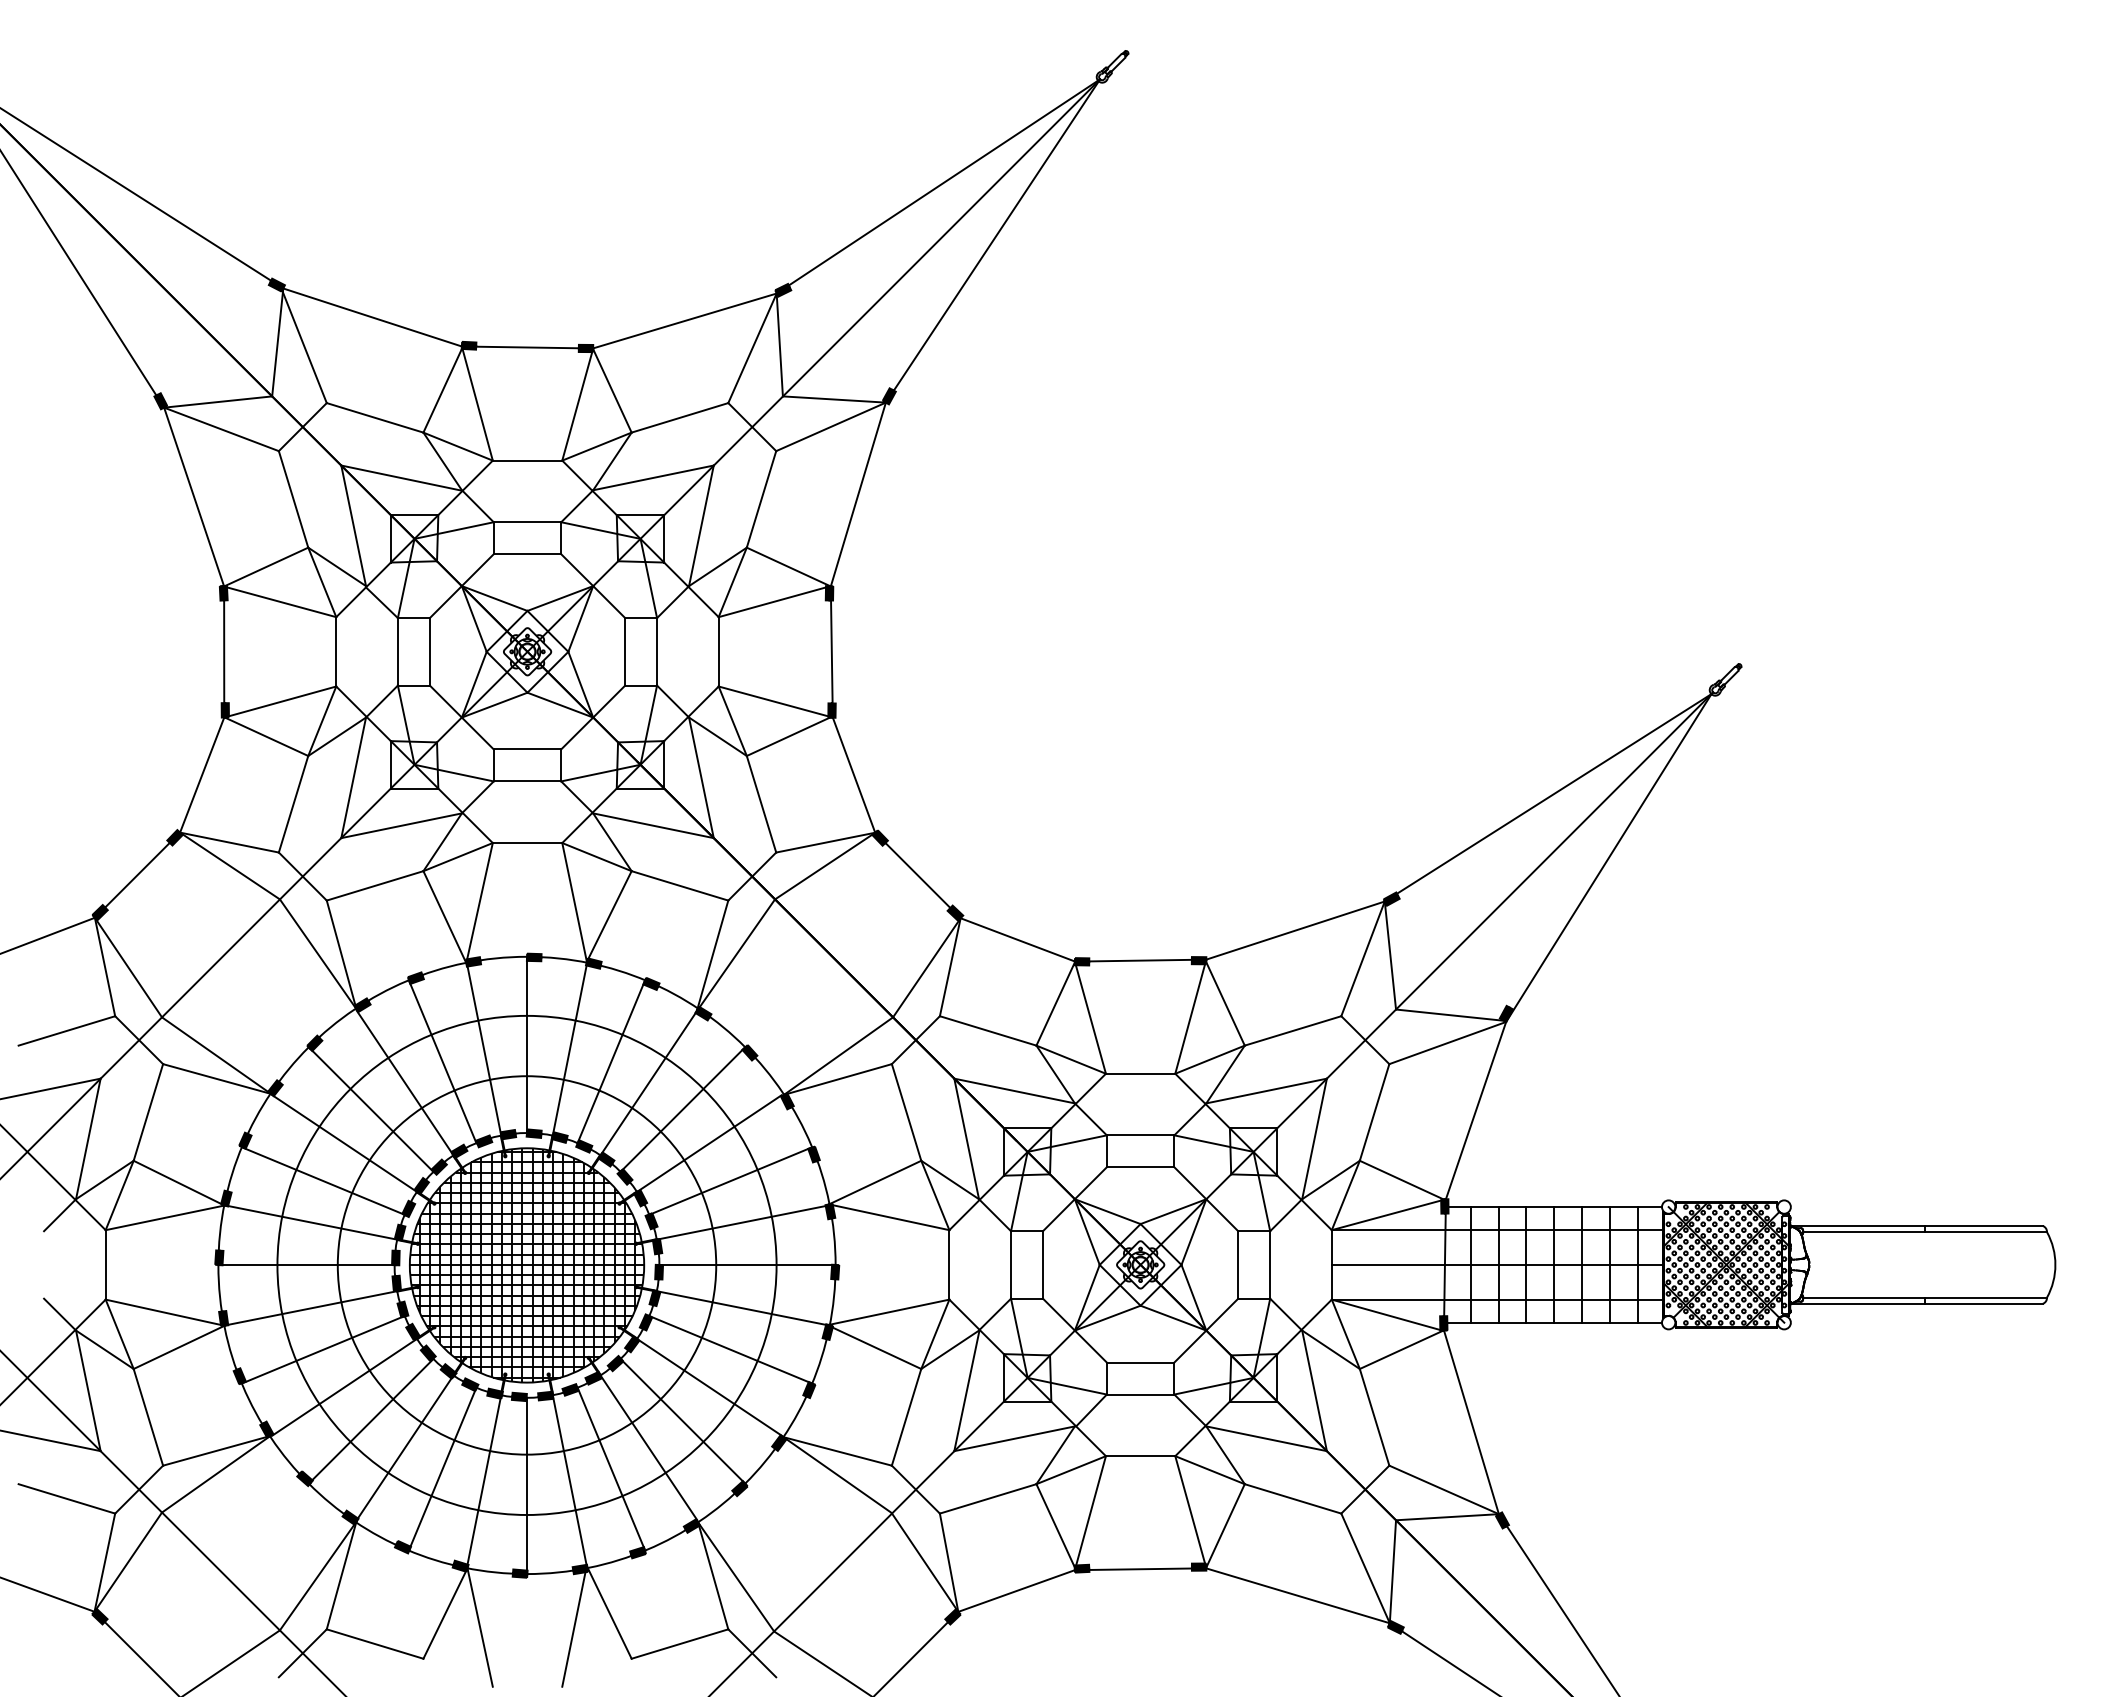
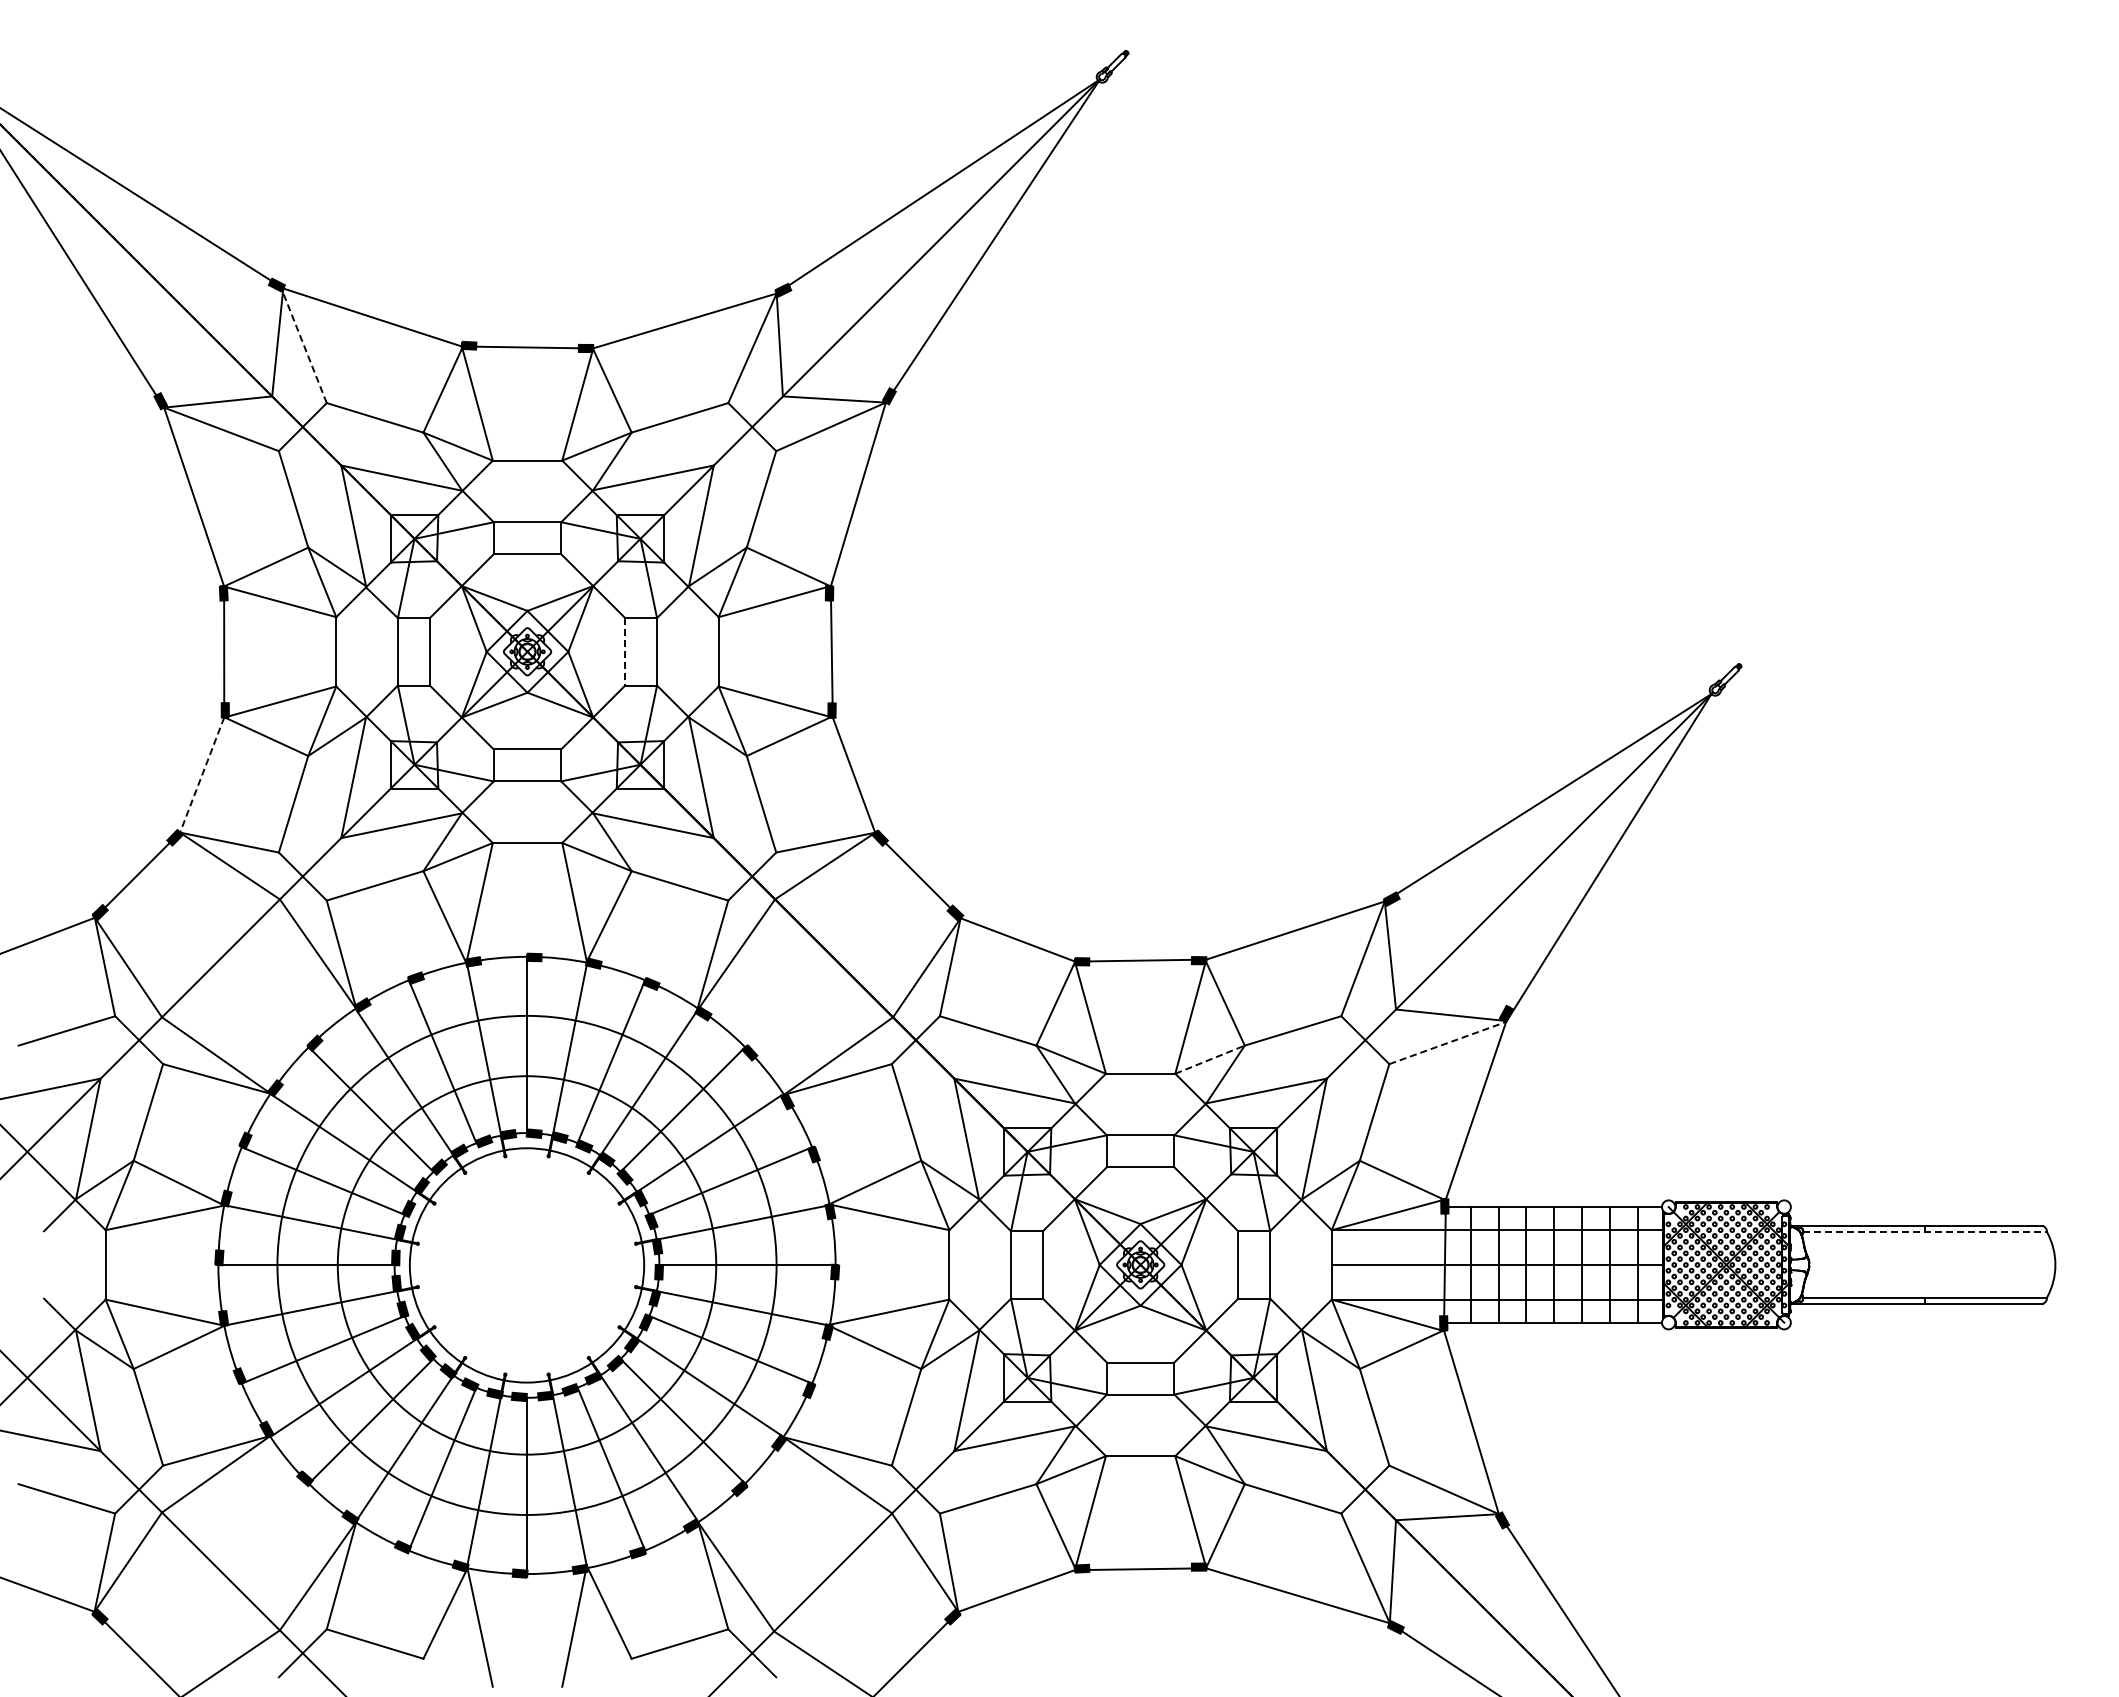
line at (304, 346): solid -> dashed
line at (625, 651): solid -> dashed
line at (202, 775): solid -> dashed
line at (1448, 1042): solid -> dashed
line at (1210, 1059): solid -> dashed
line at (1925, 1232): solid -> dashed
hatch at (526, 1265): present -> none
